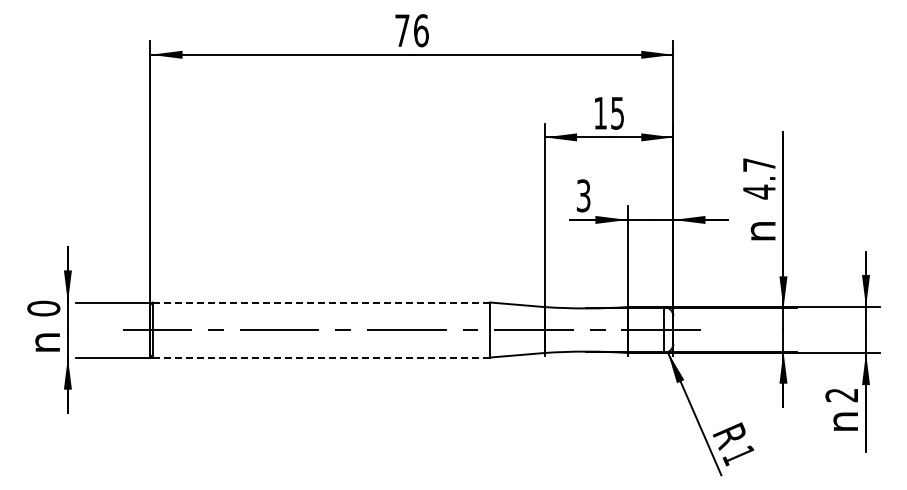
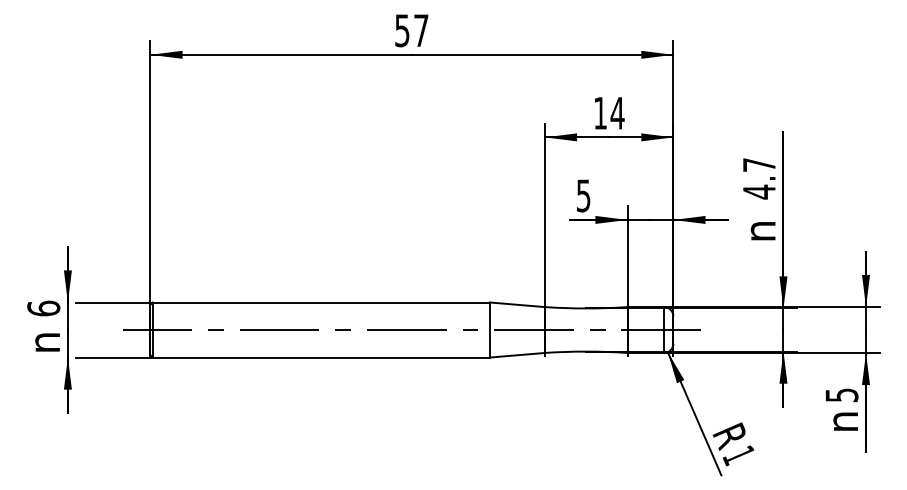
text at (411, 30): 76 -> 57
text at (617, 113): 15 -> 14
text at (583, 195): 3 -> 5
line at (321, 302): dashed -> solid
text at (43, 308): 0 -> 6
line at (321, 357): dashed -> solid
text at (841, 395): 2 -> 5
